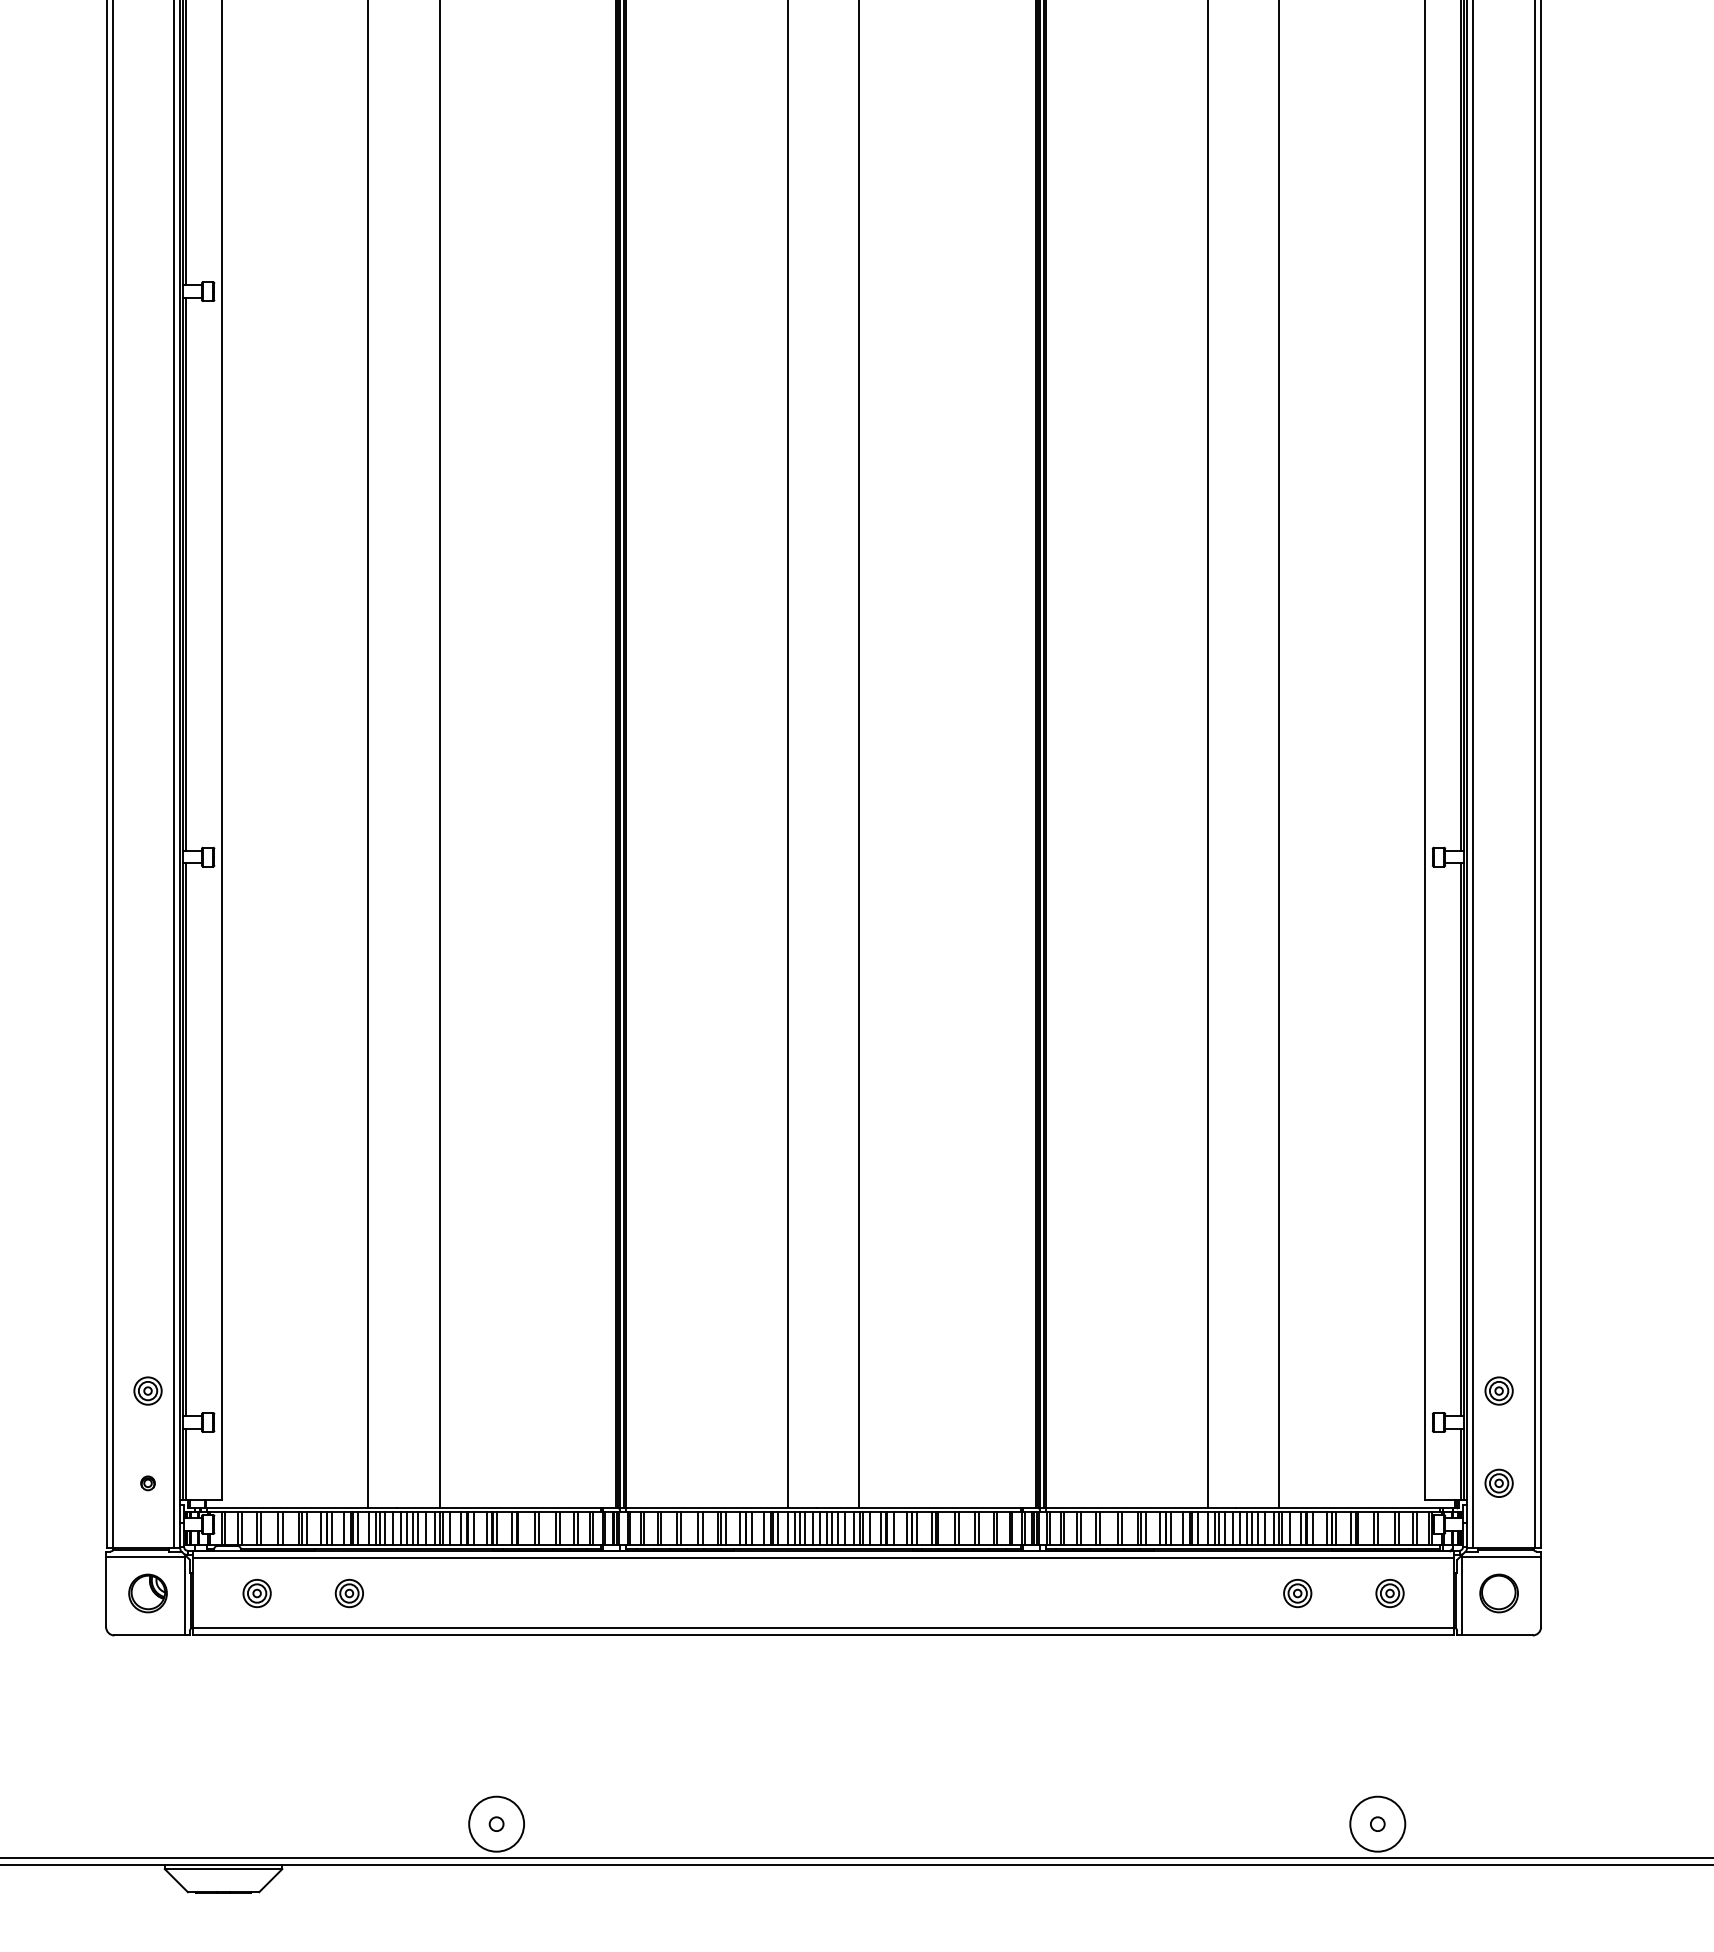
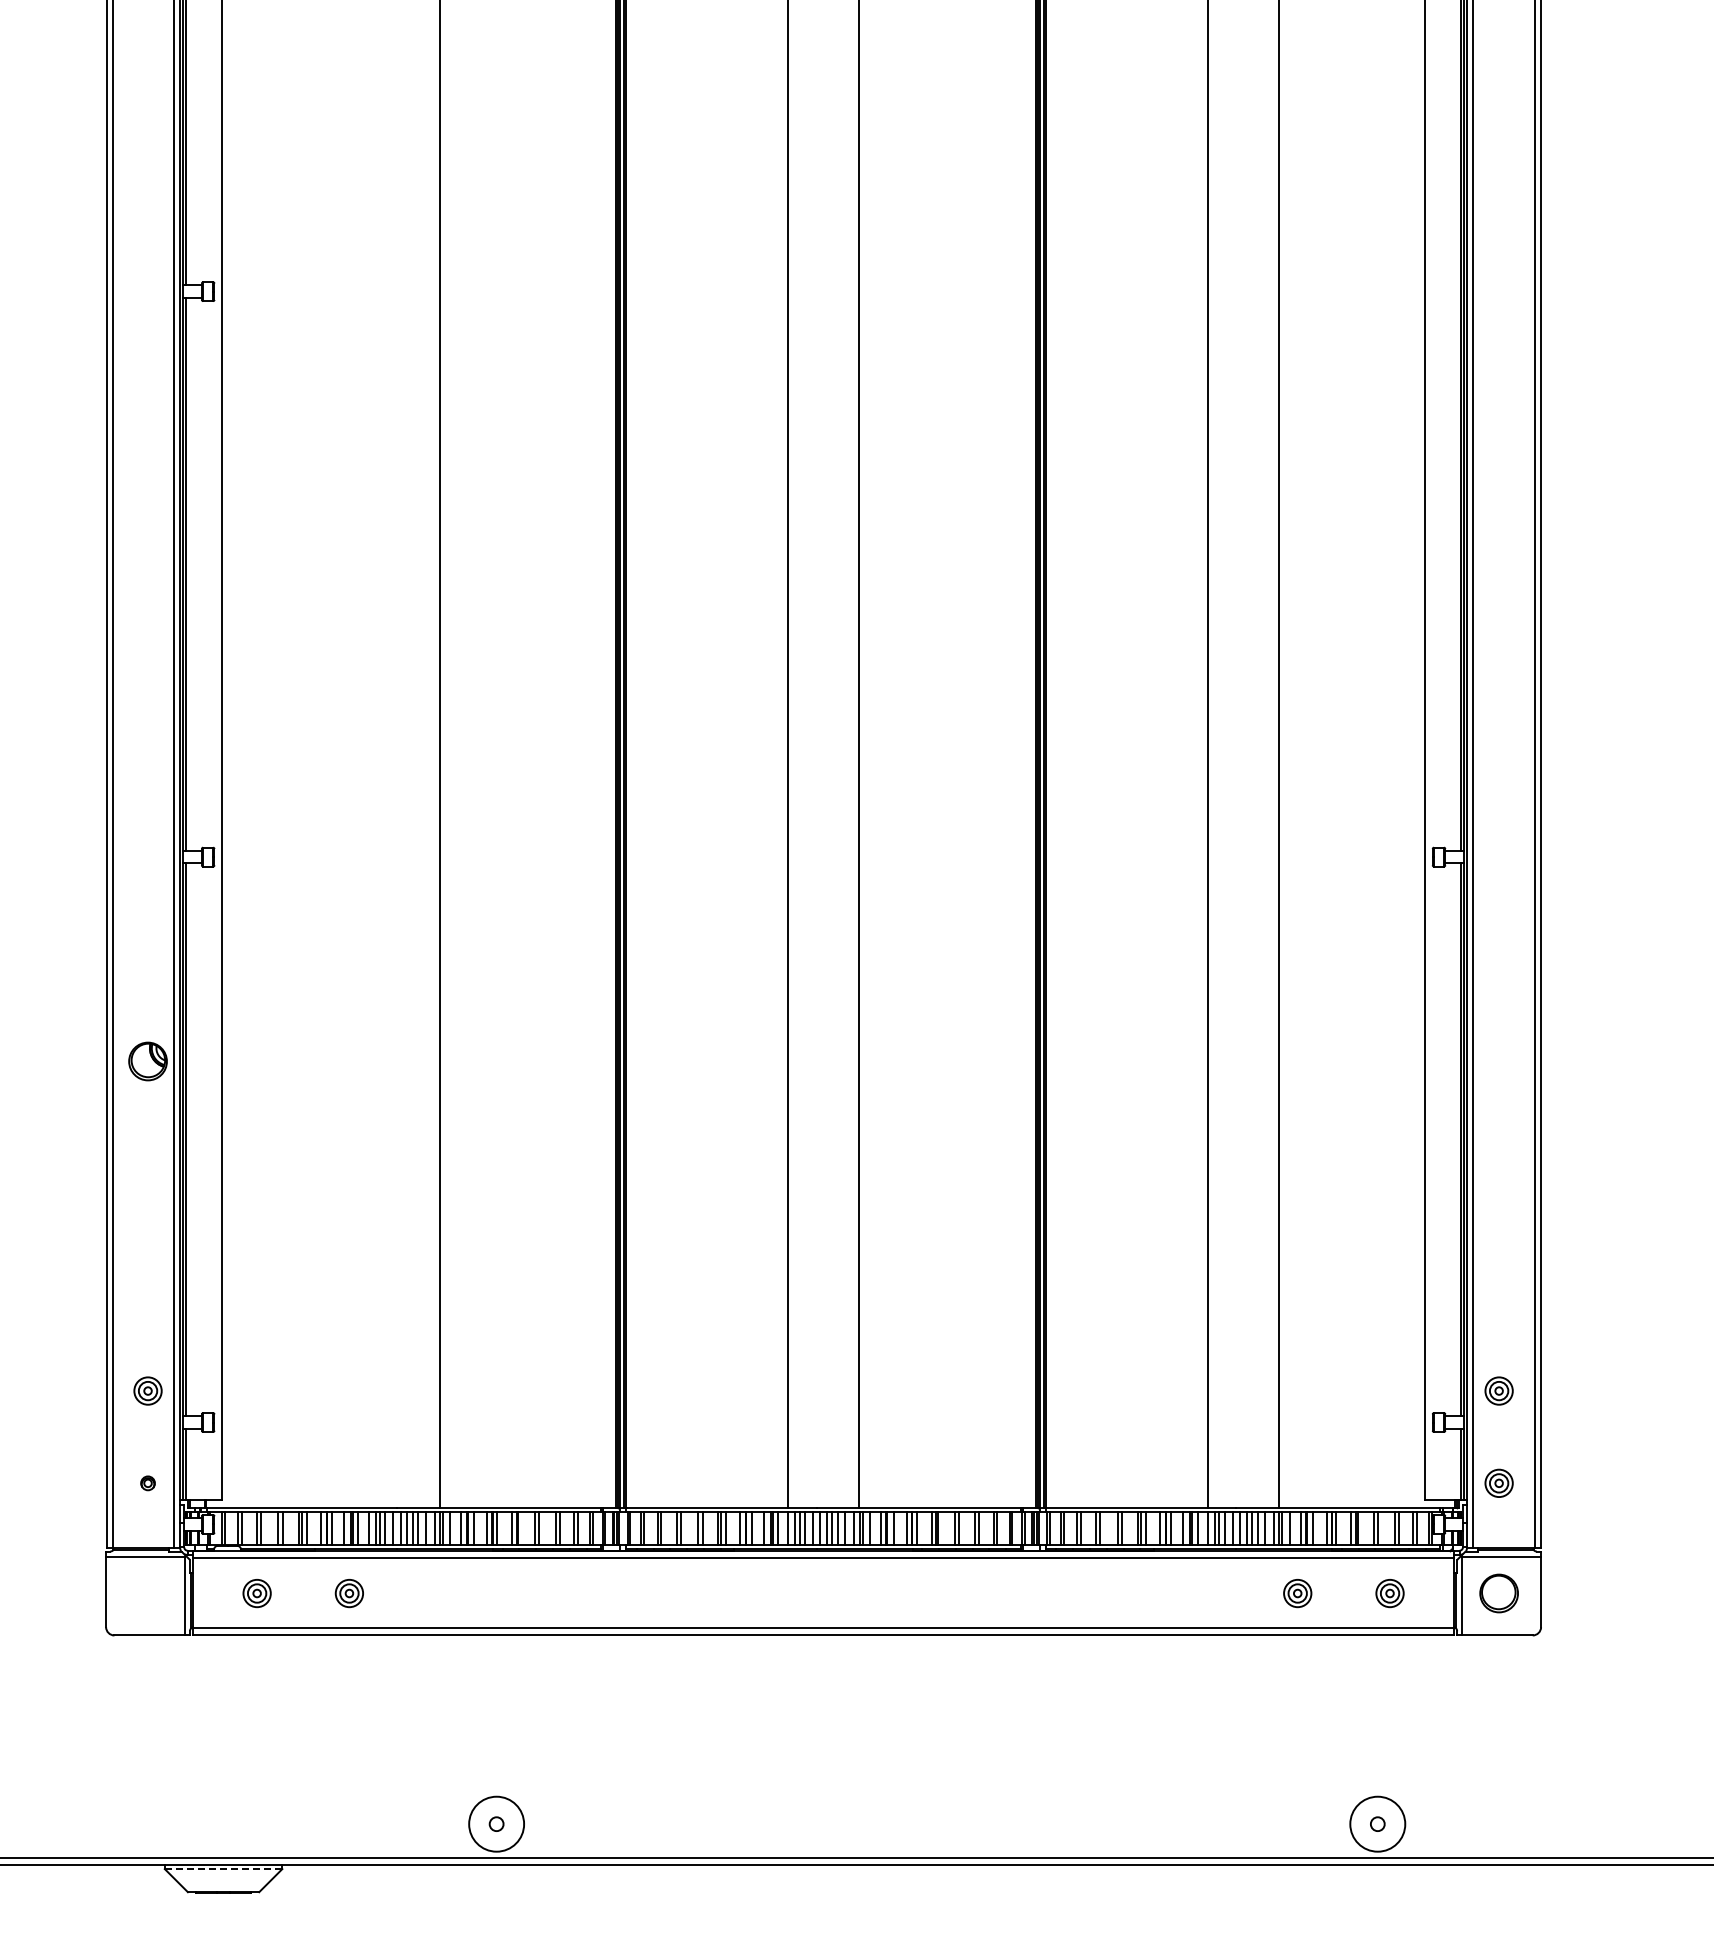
line at (368, 754): present -> none
part at (147, 1593) position: (147, 1593) -> (147, 1061)
line at (223, 1869): solid -> dashed
